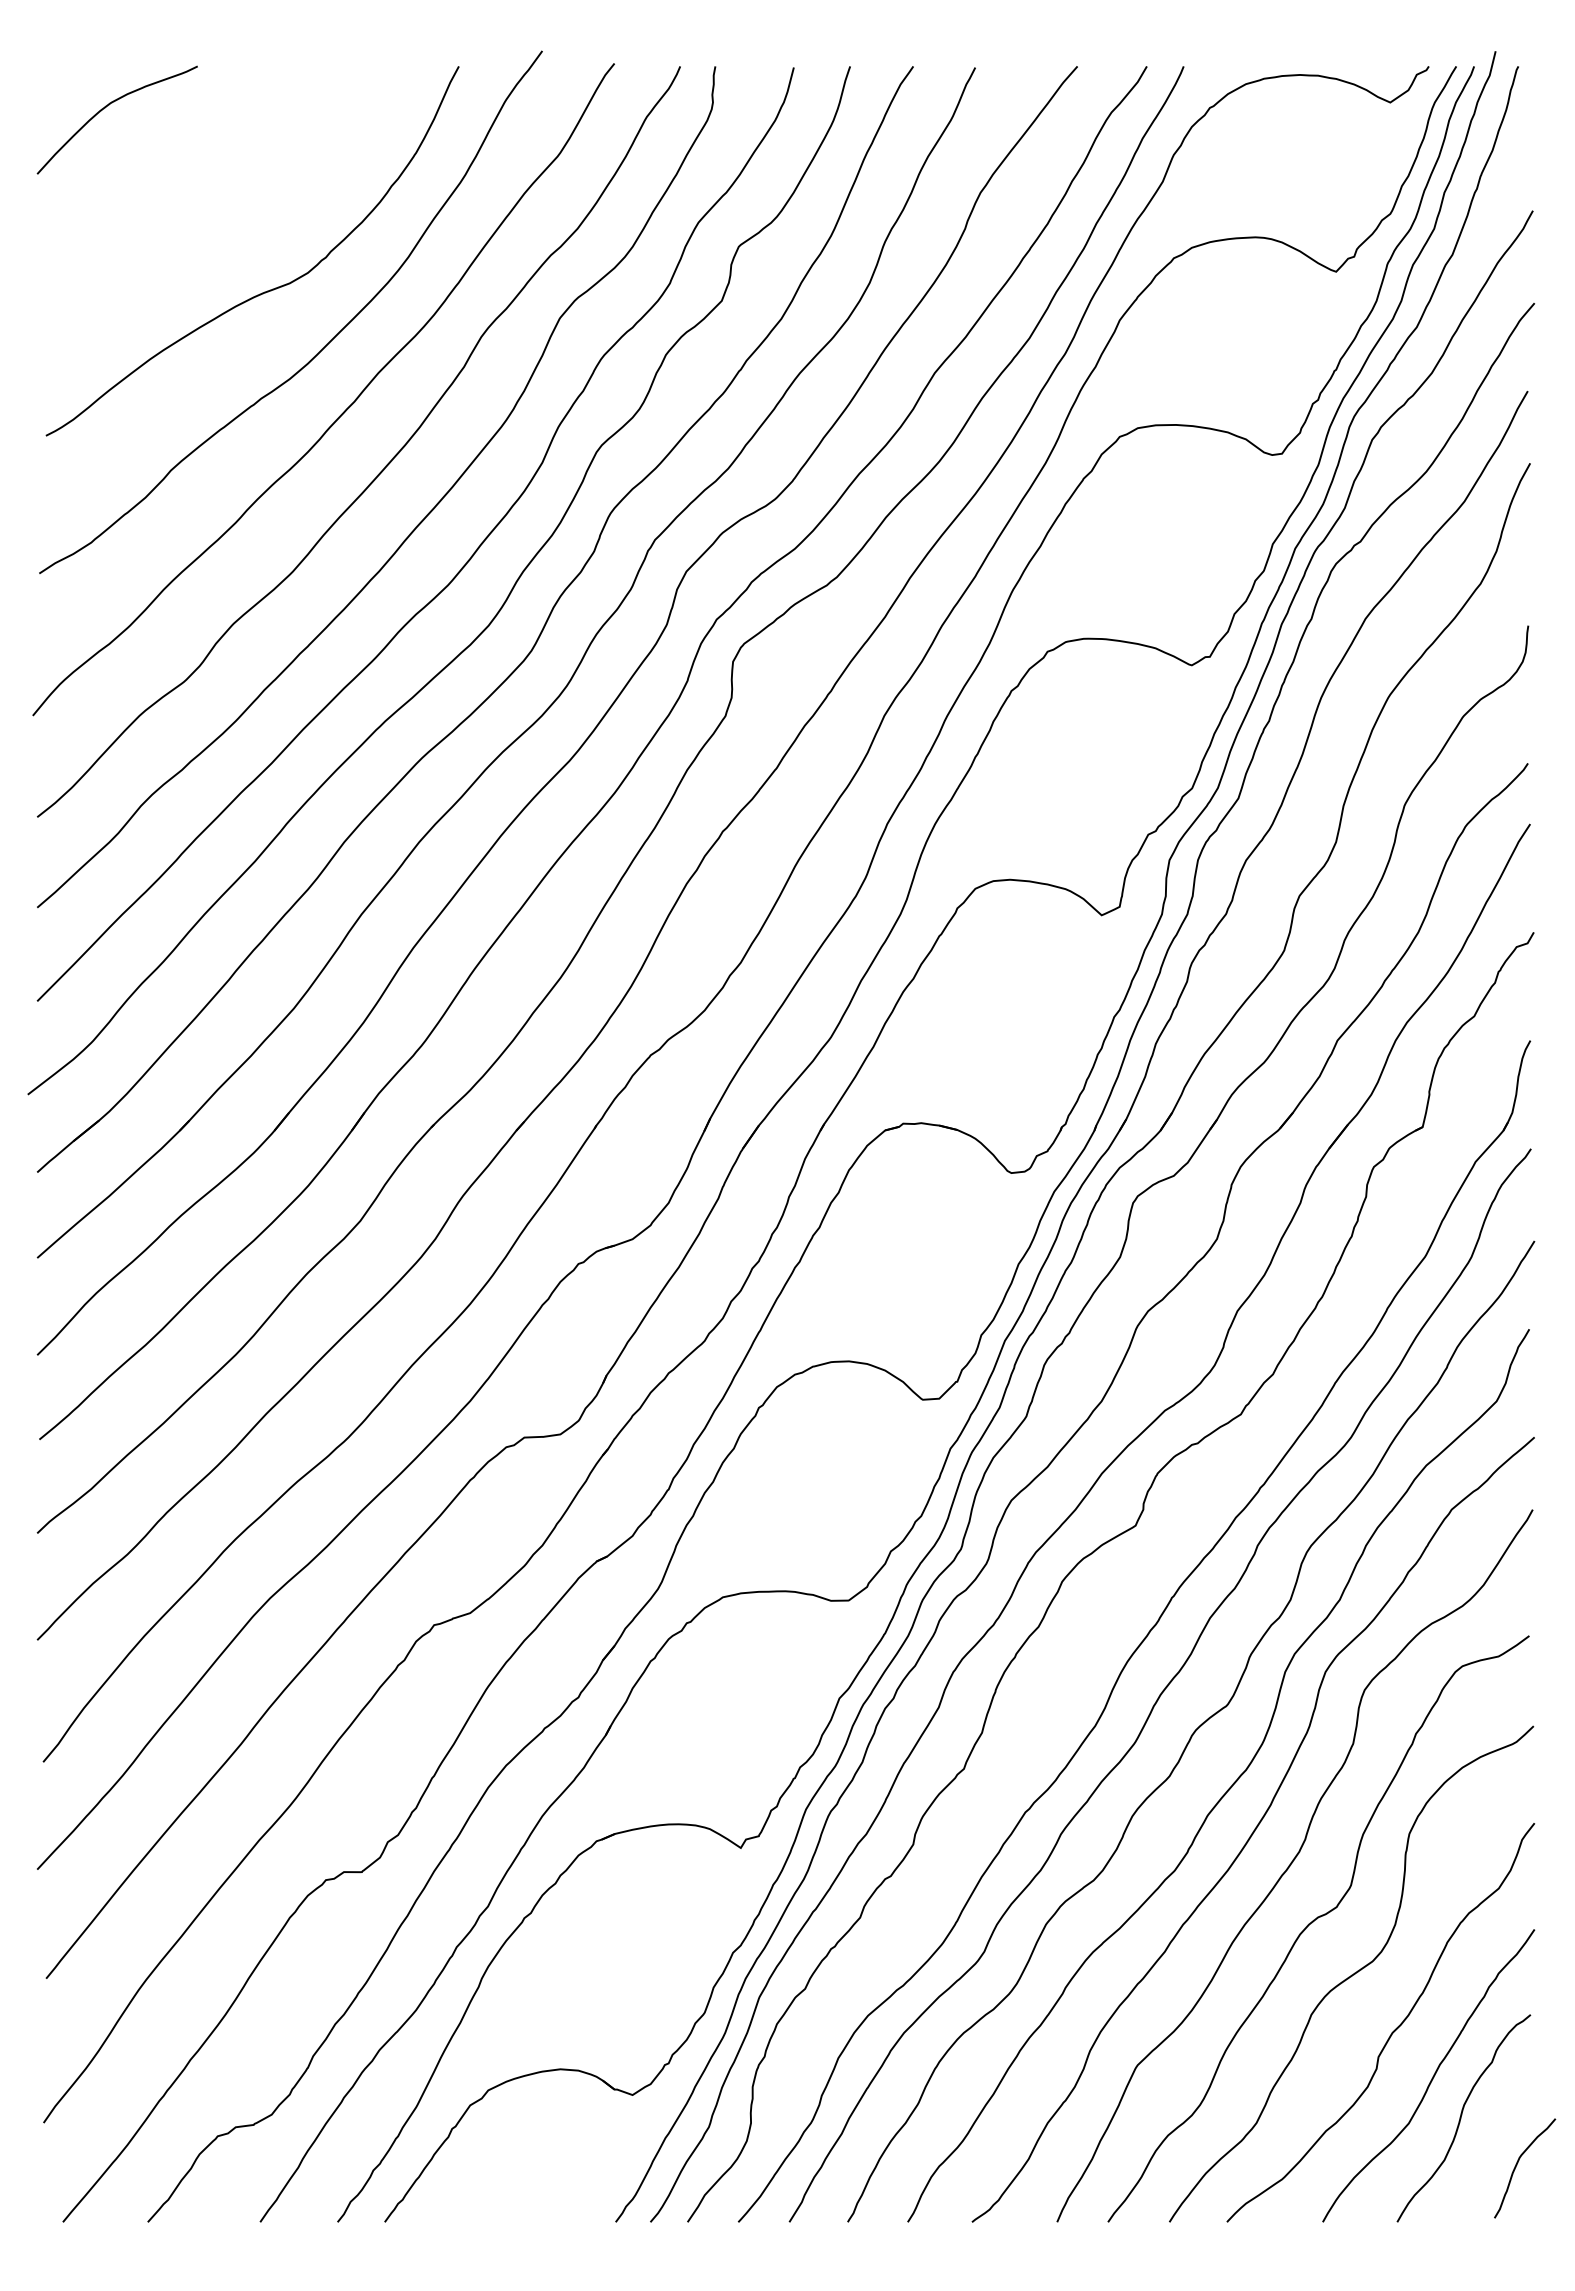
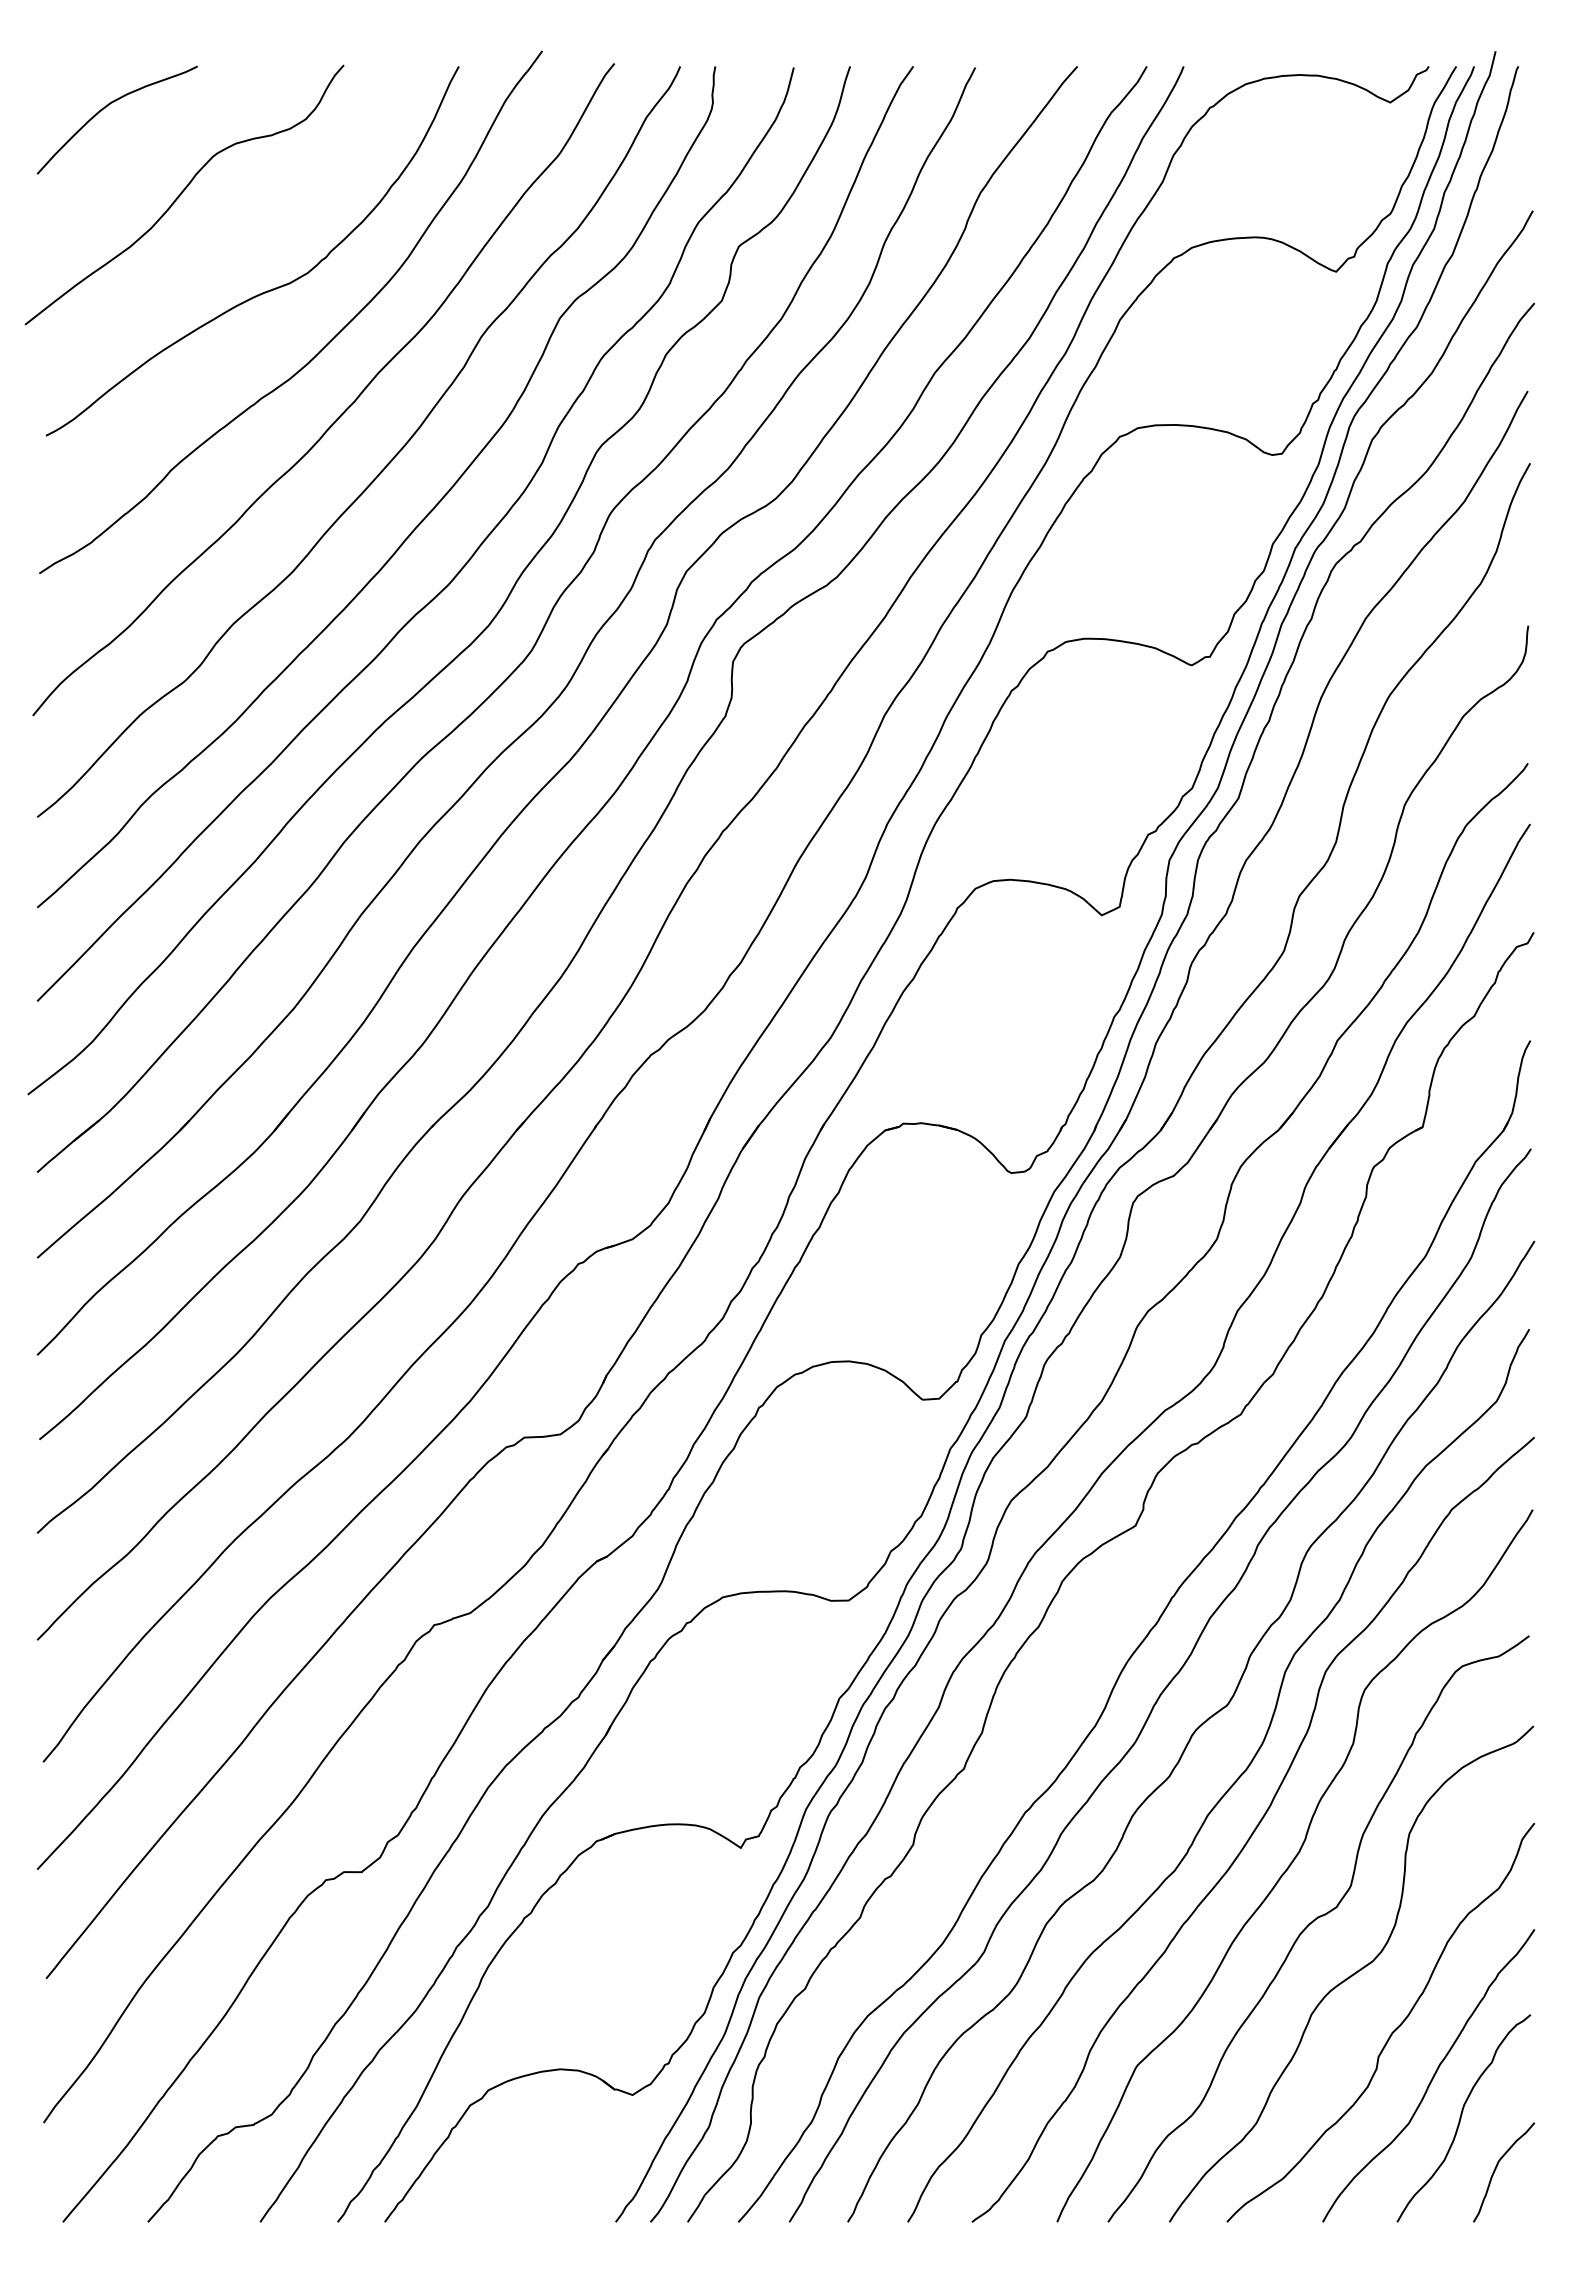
curve at (183, 192): none -> present
curve at (1517, 2165) position: (1517, 2165) -> (1496, 2169)
